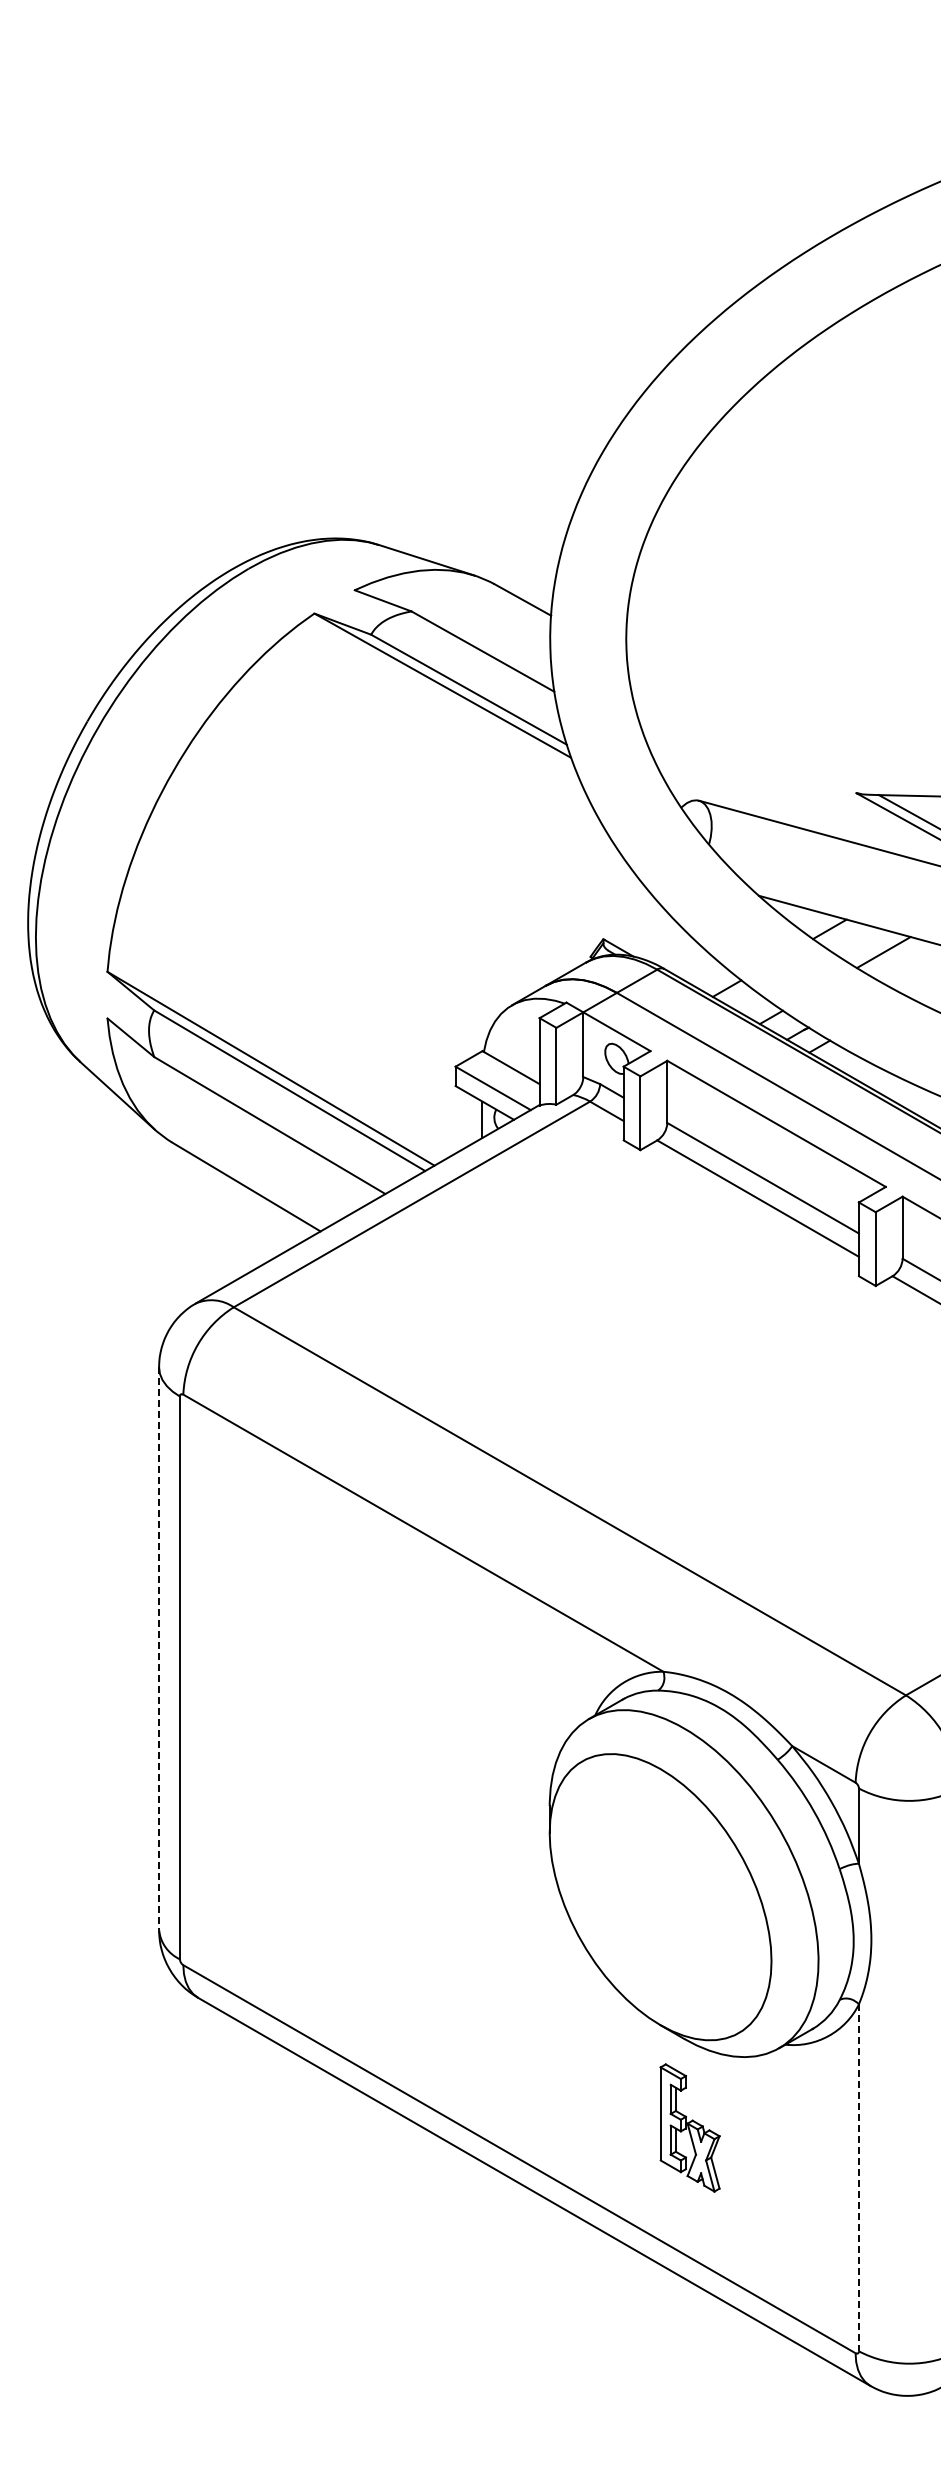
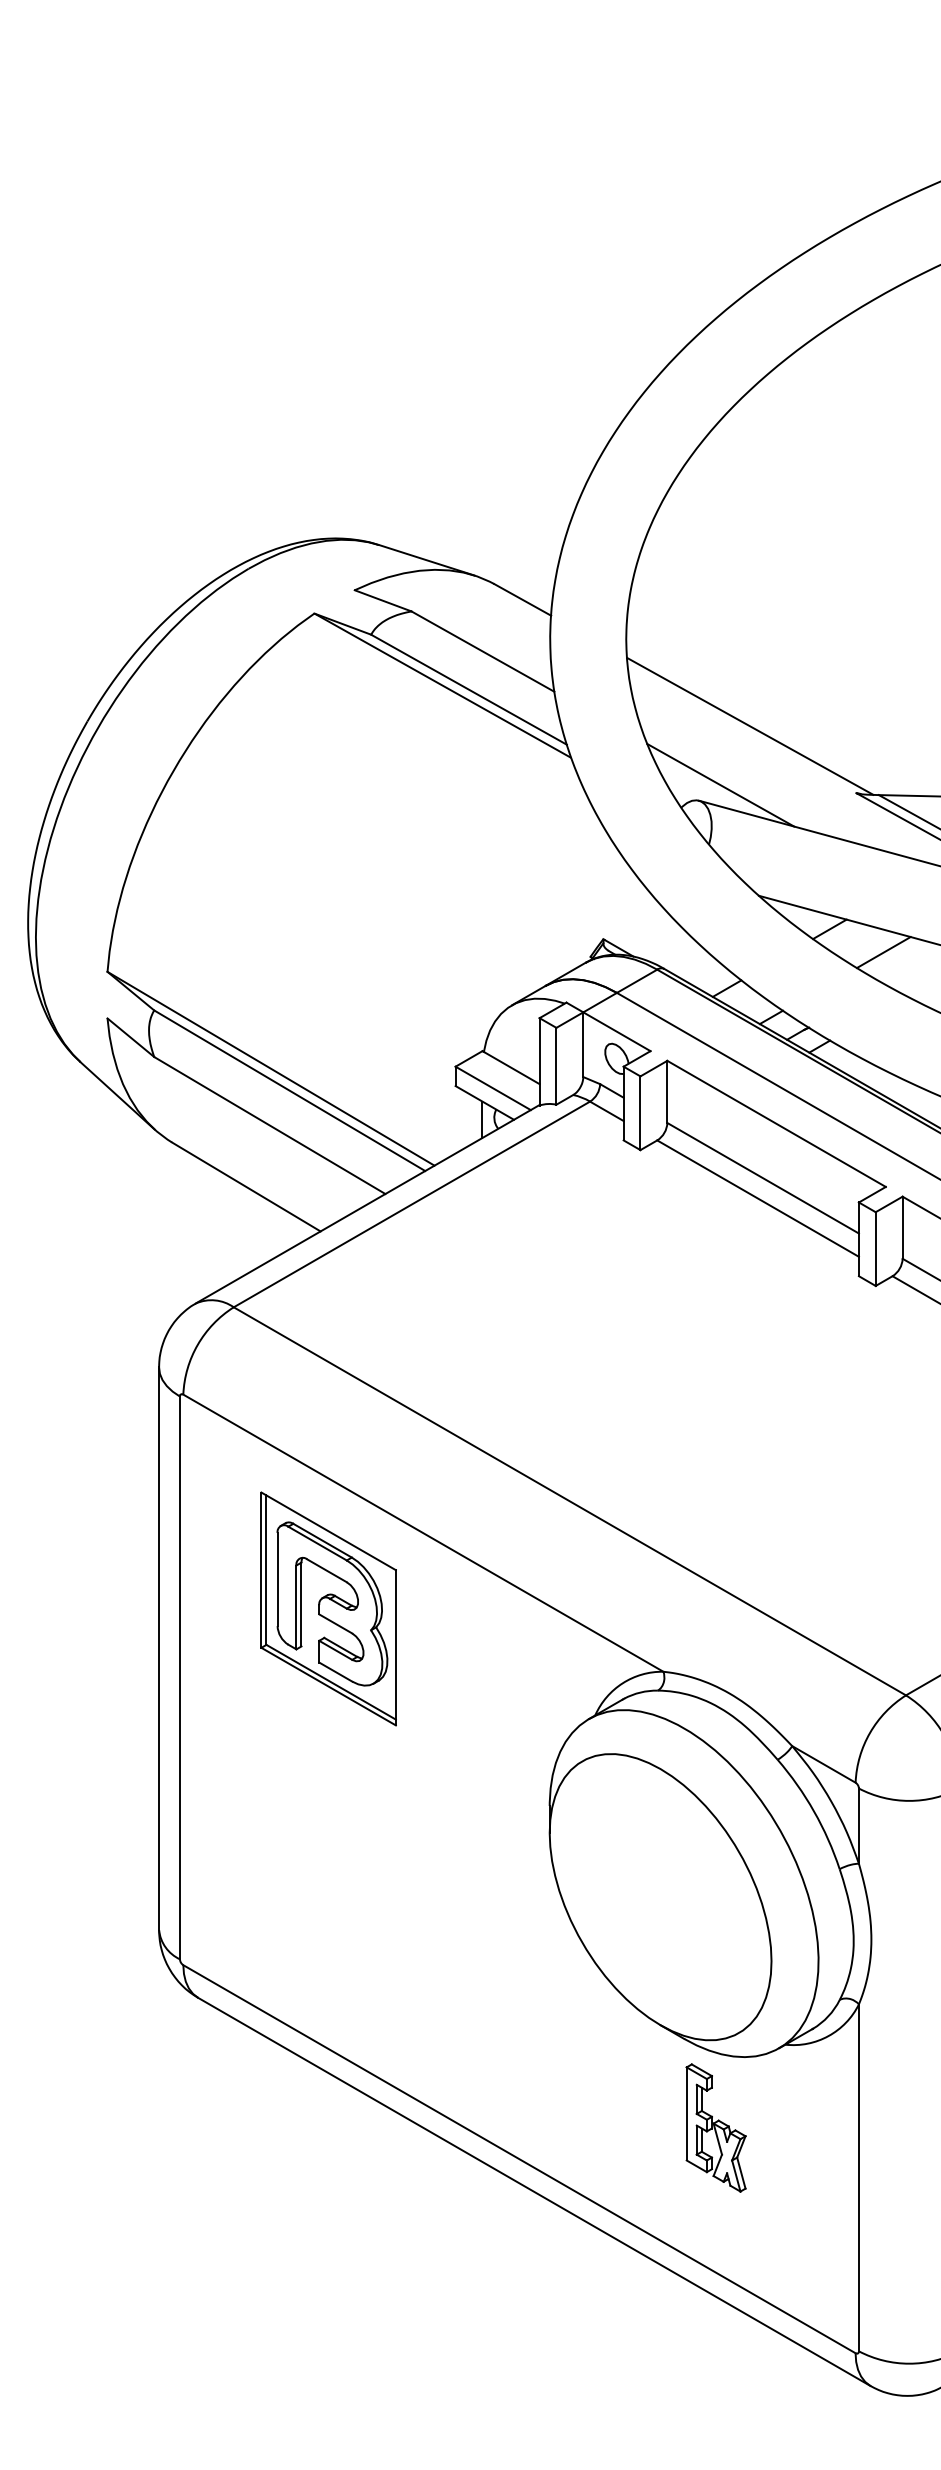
line at (750, 725): none -> present
line at (720, 784): none -> present
part at (328, 1608): none -> present
line at (159, 1649): dashed -> solid
part at (689, 2127) position: (689, 2127) -> (715, 2127)
line at (858, 2178): dashed -> solid
